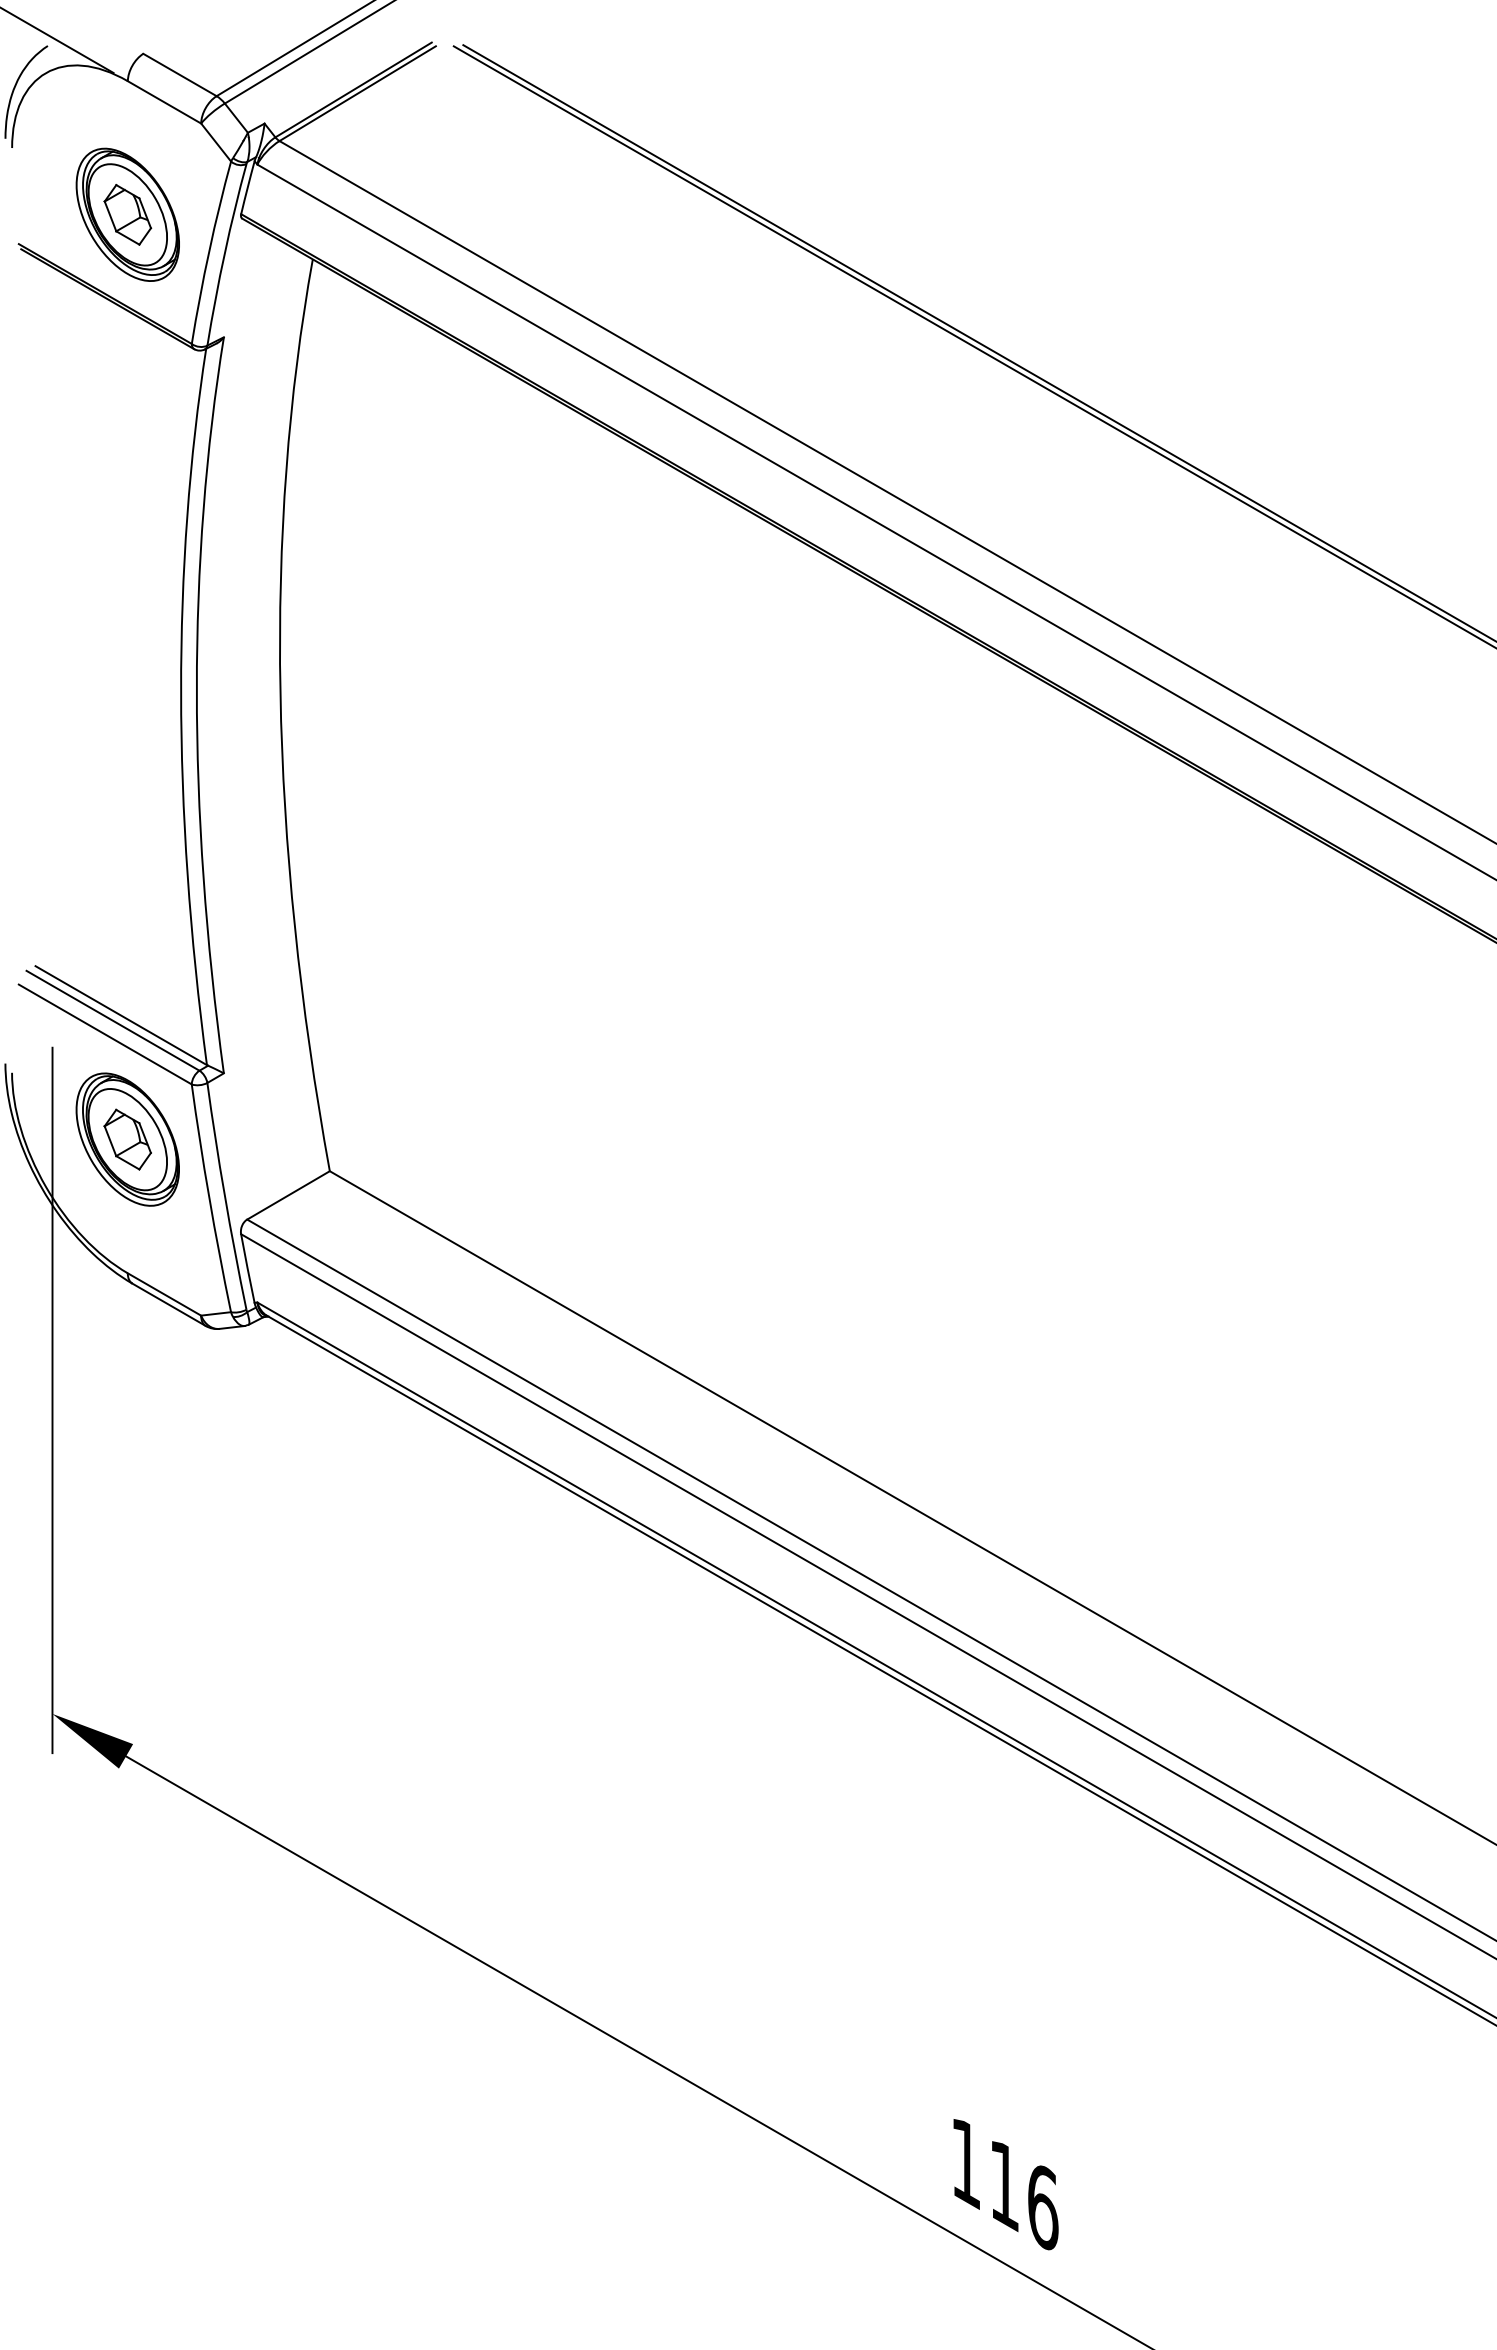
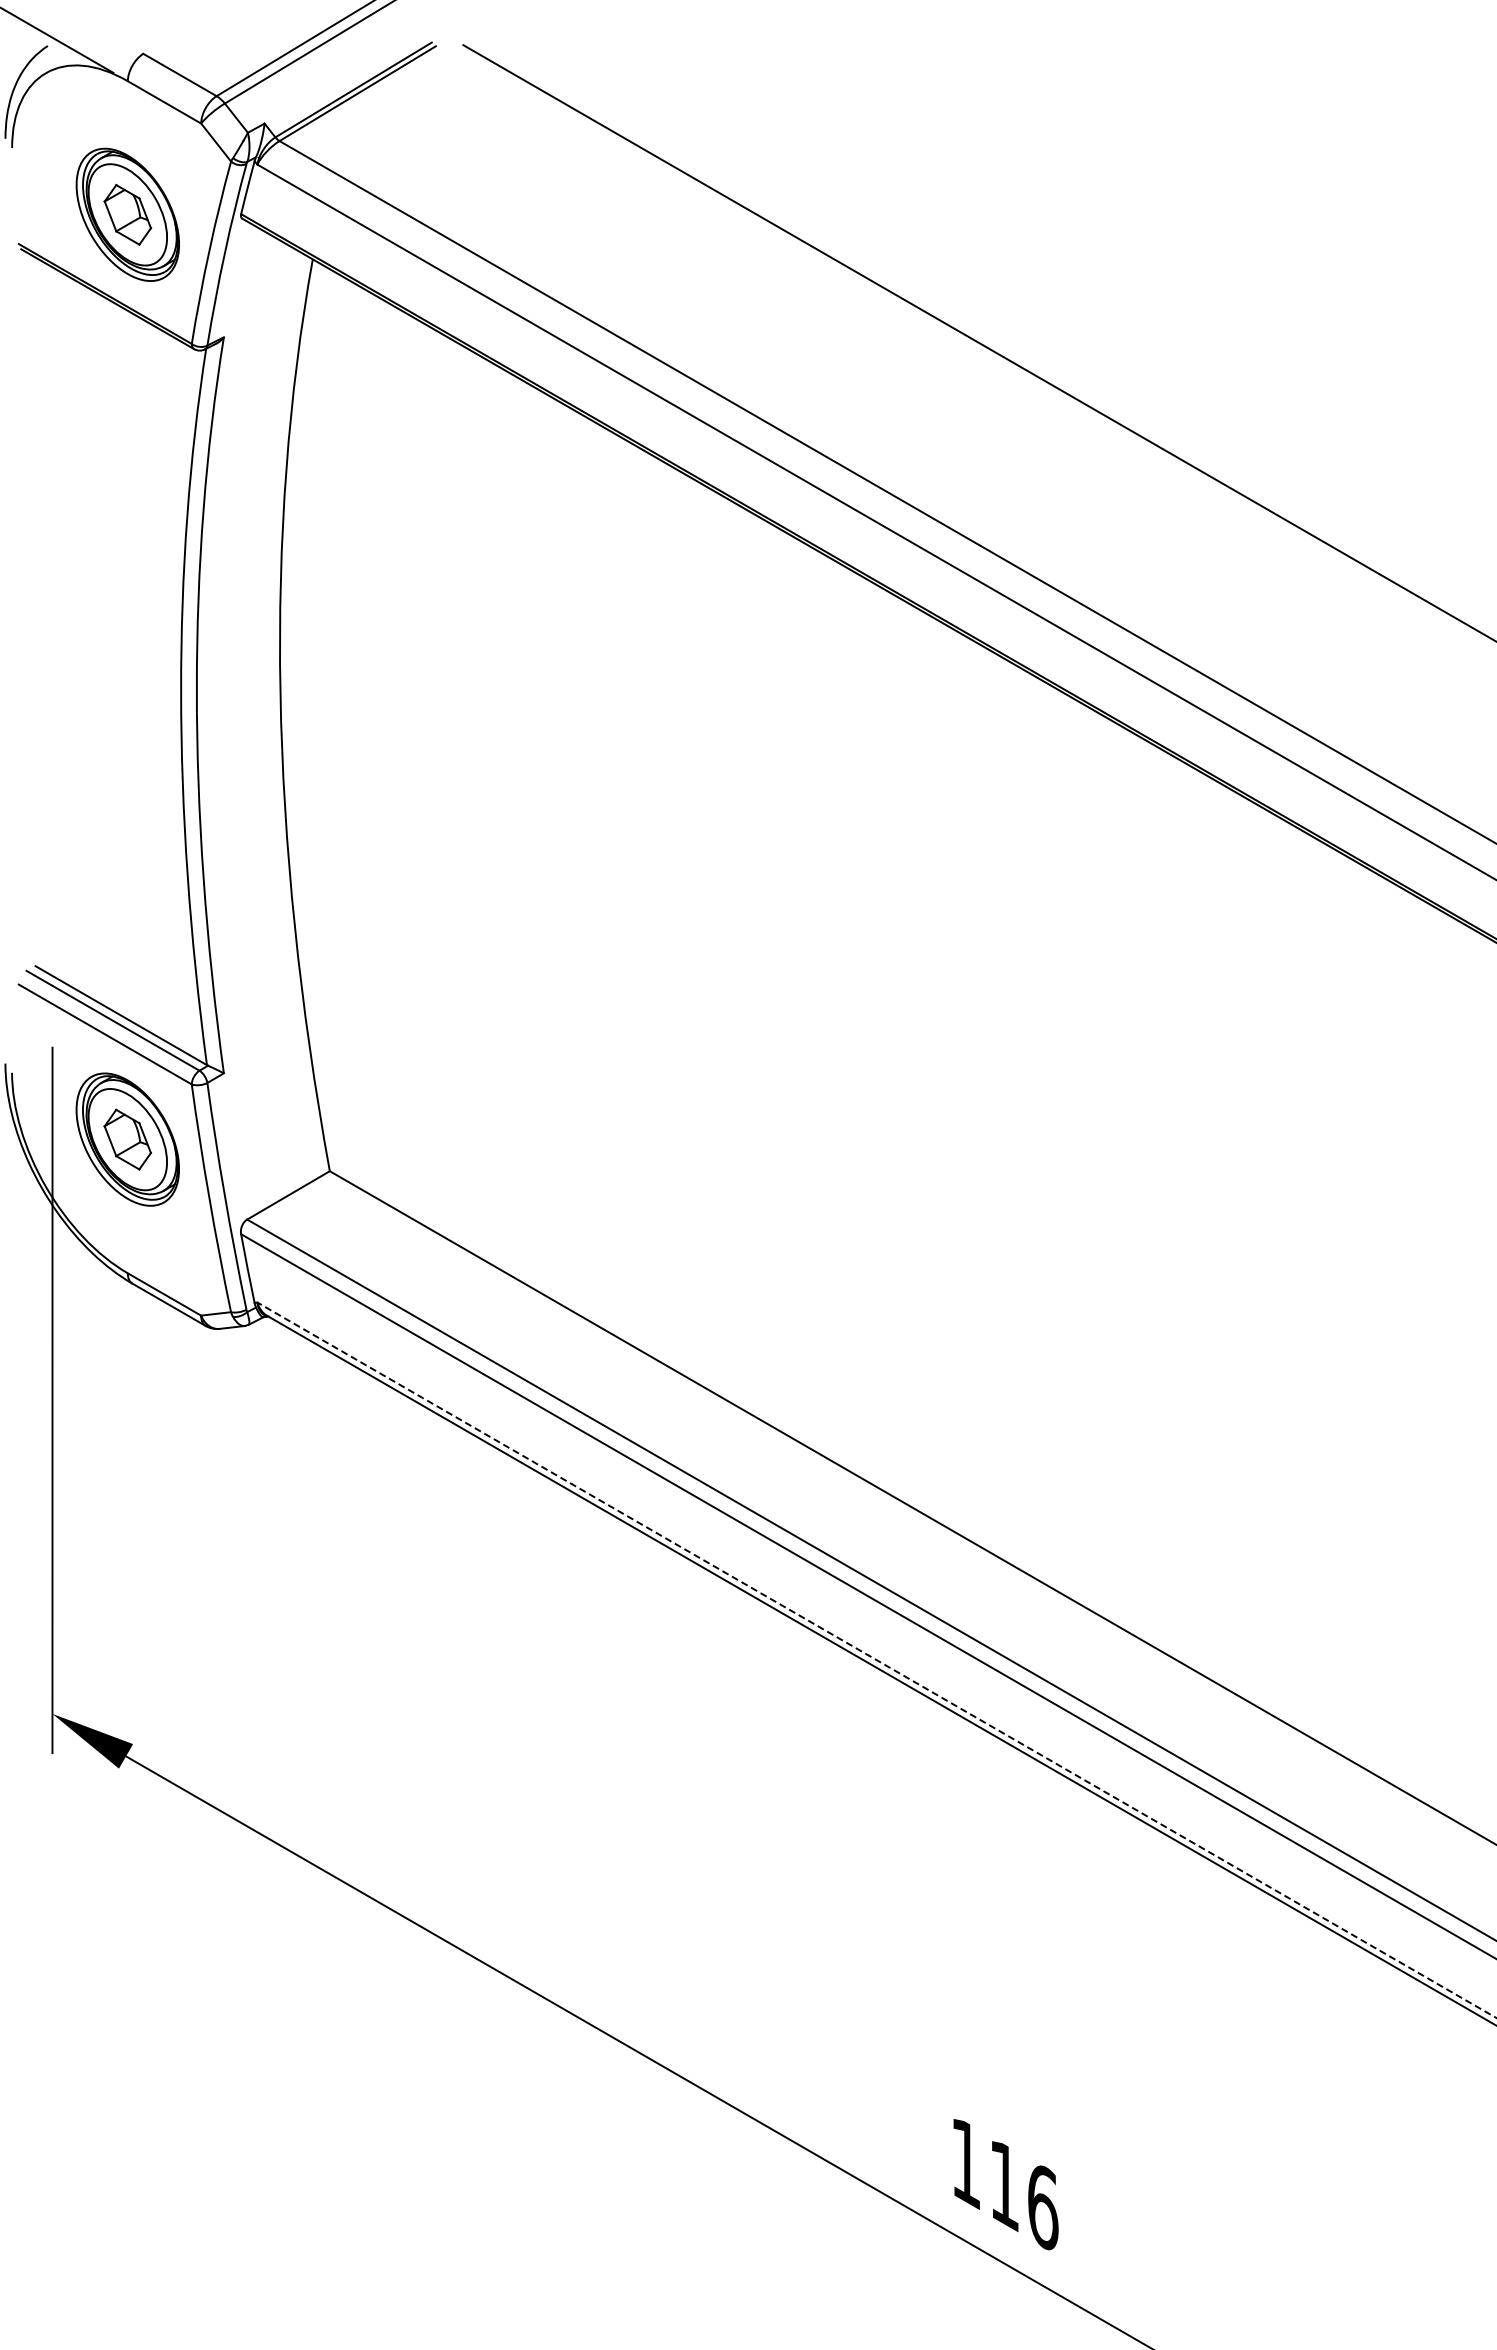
line at (973, 346): present -> none
line at (877, 1660): solid -> dashed
